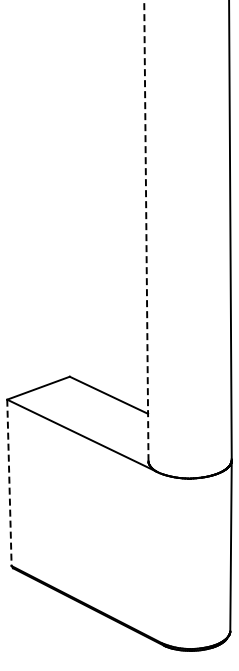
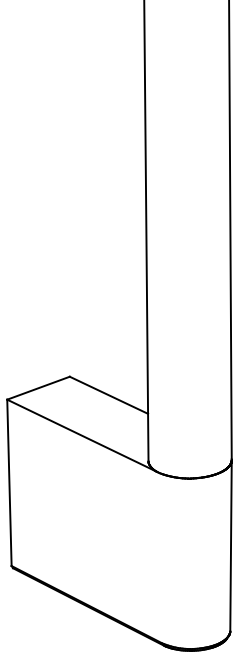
line at (146, 230): dashed -> solid
line at (9, 483): dashed -> solid
